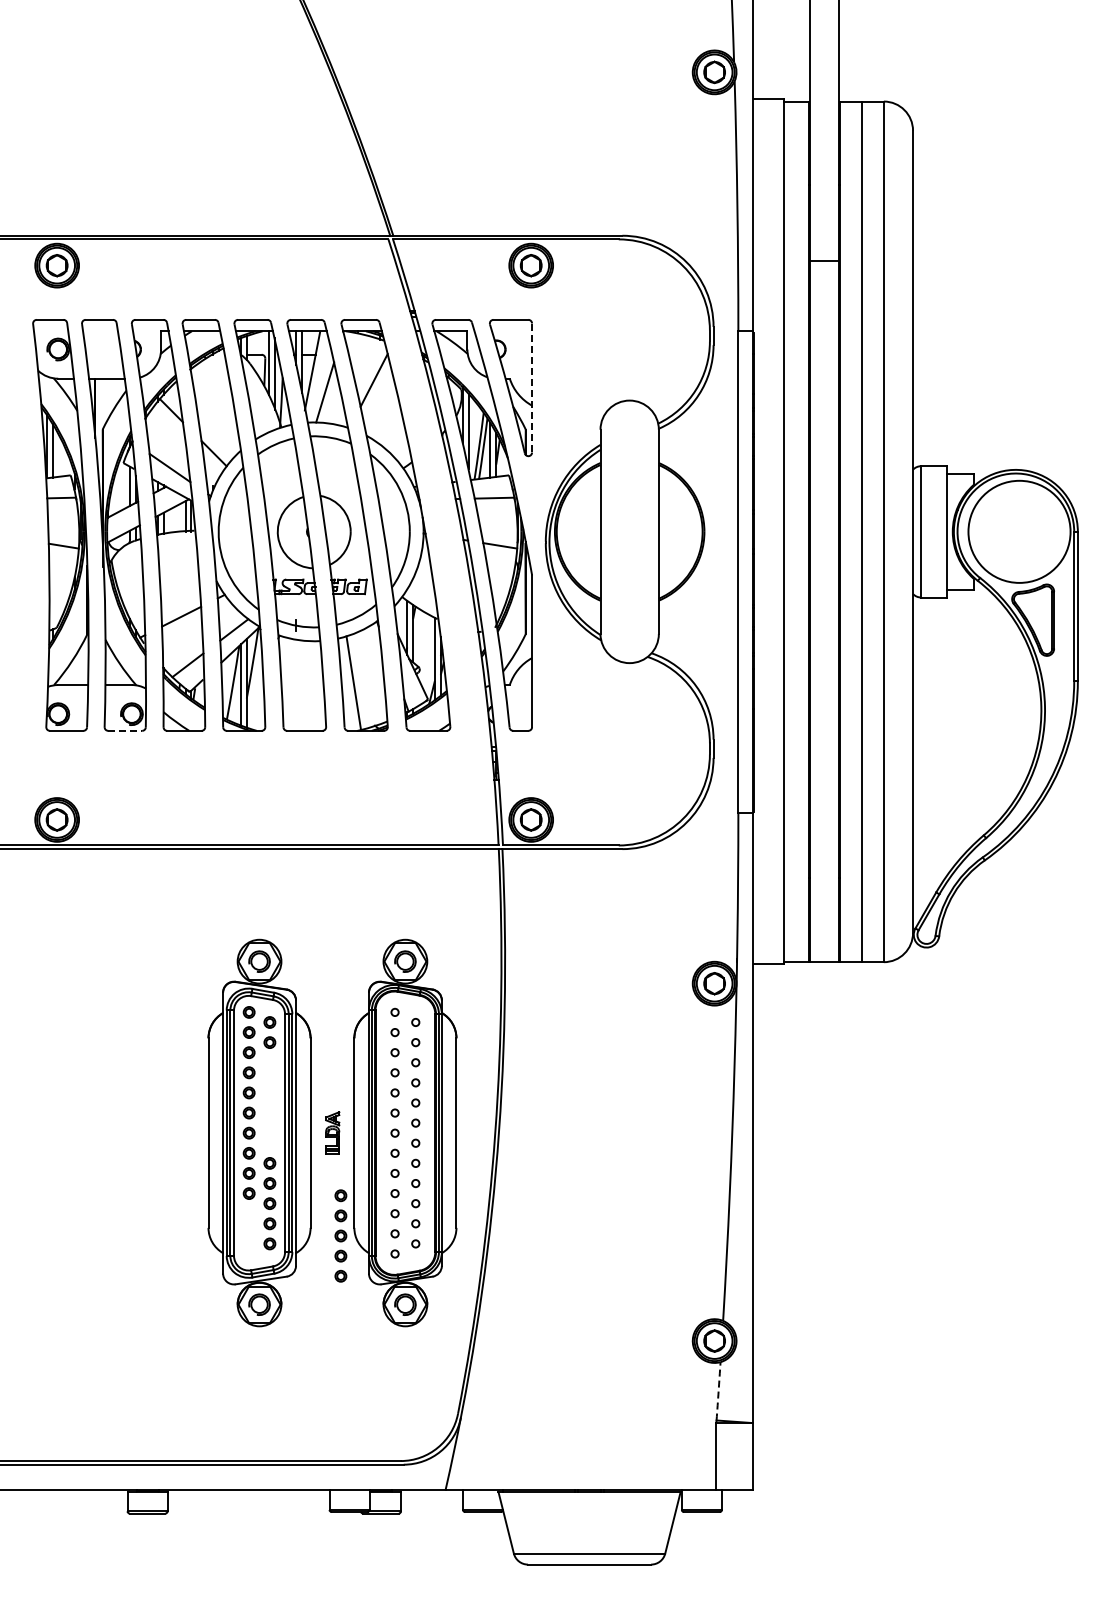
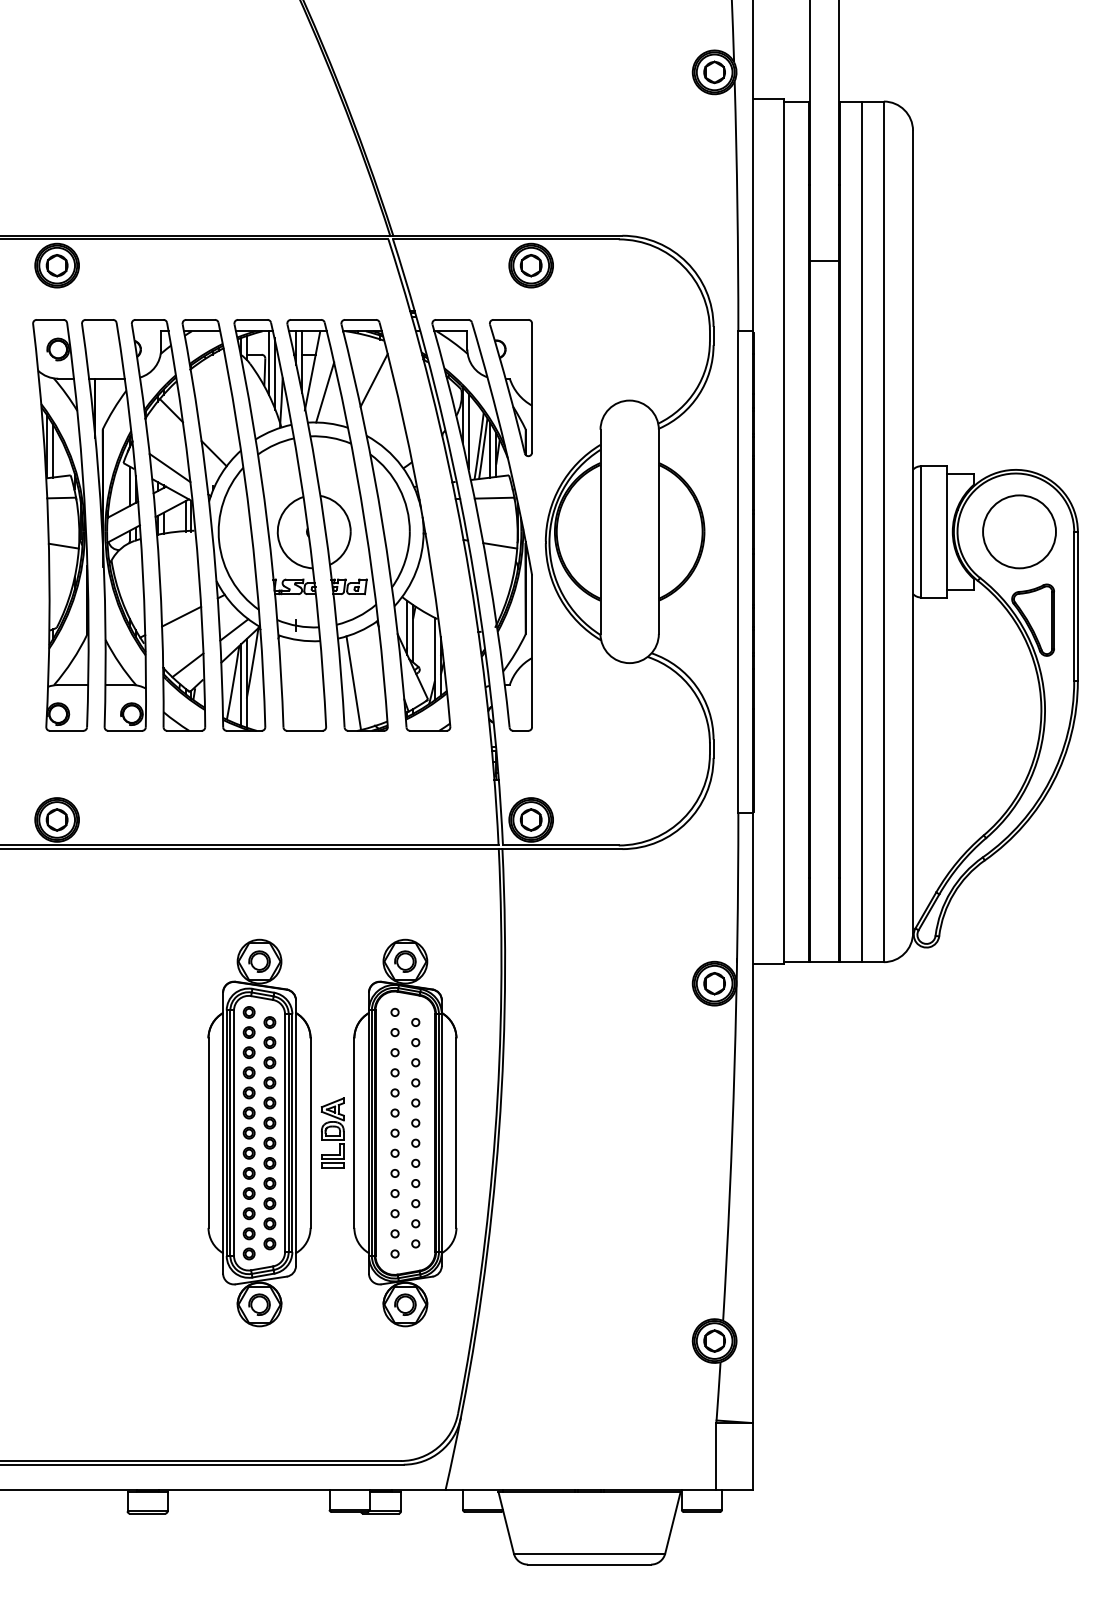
line at (532, 388): dashed -> solid
circle at (1019, 531) diameter: 102 px -> 73 px
line at (125, 730): dashed -> solid
part at (332, 1132) size: 16x44 px -> 25x72 px
part at (248, 1233): none -> present
part at (340, 1235) position: (340, 1235) -> (269, 1102)
arc at (718, 1391): dashed -> solid
